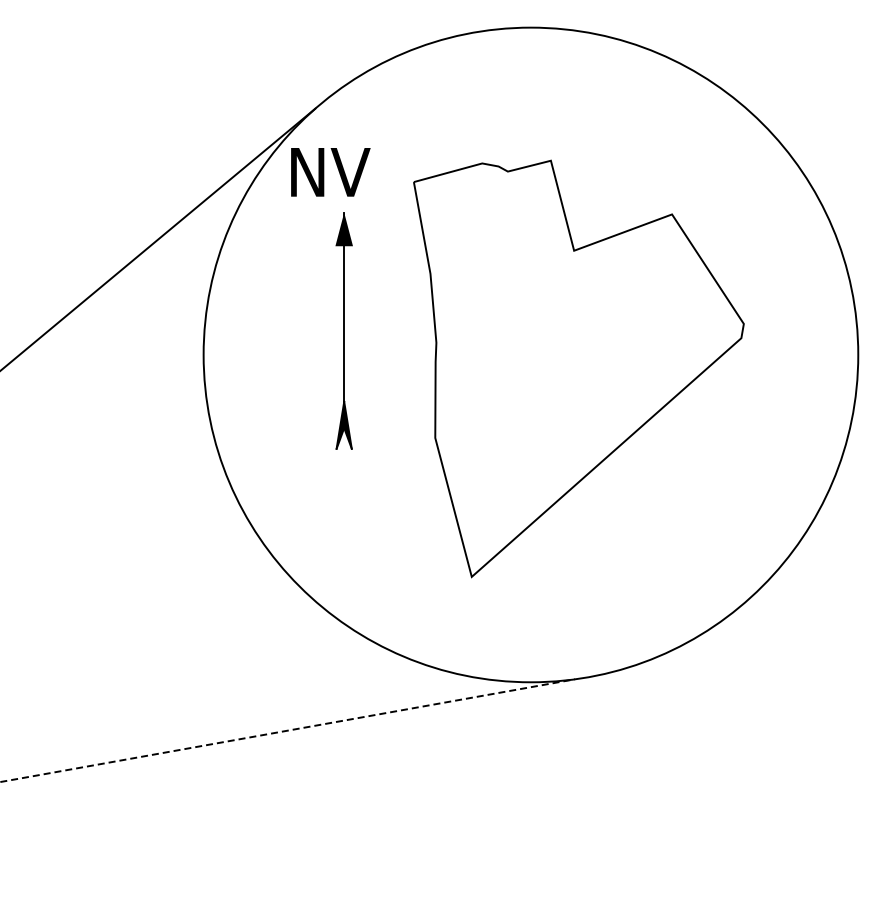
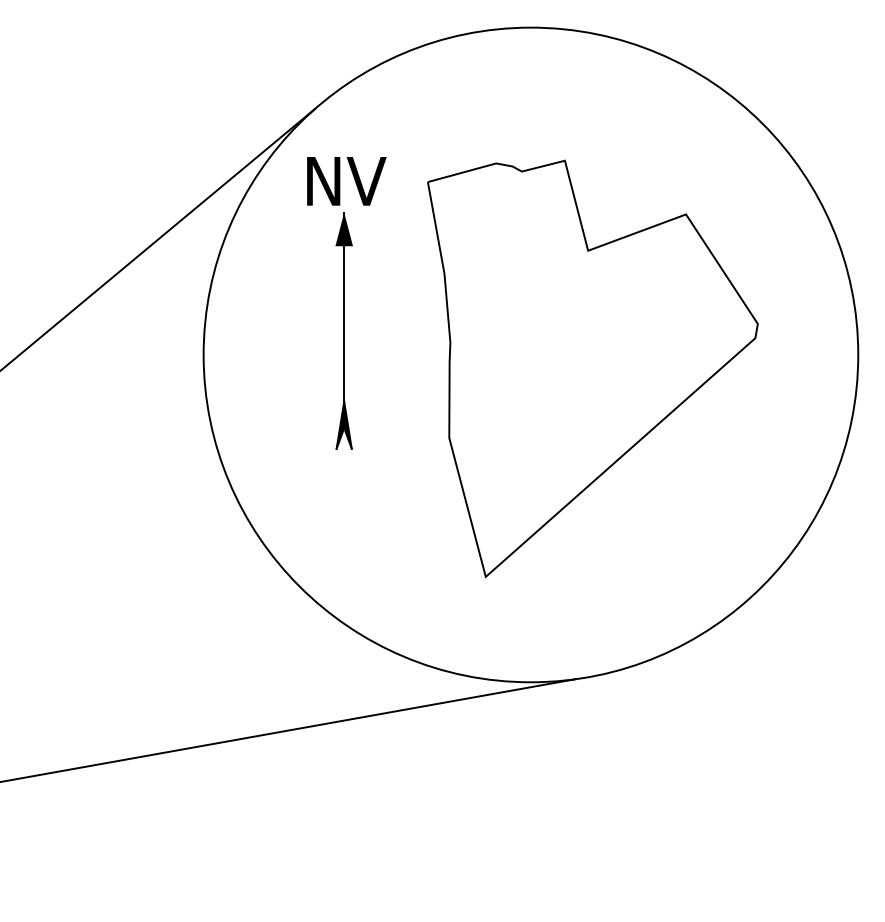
text at (330, 172) position: (330, 172) -> (346, 181)
part at (578, 368) position: (578, 368) -> (592, 368)
line at (287, 730): dashed -> solid
